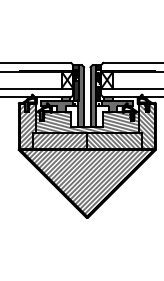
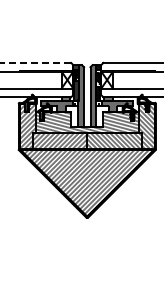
line at (35, 62): solid -> dashed
